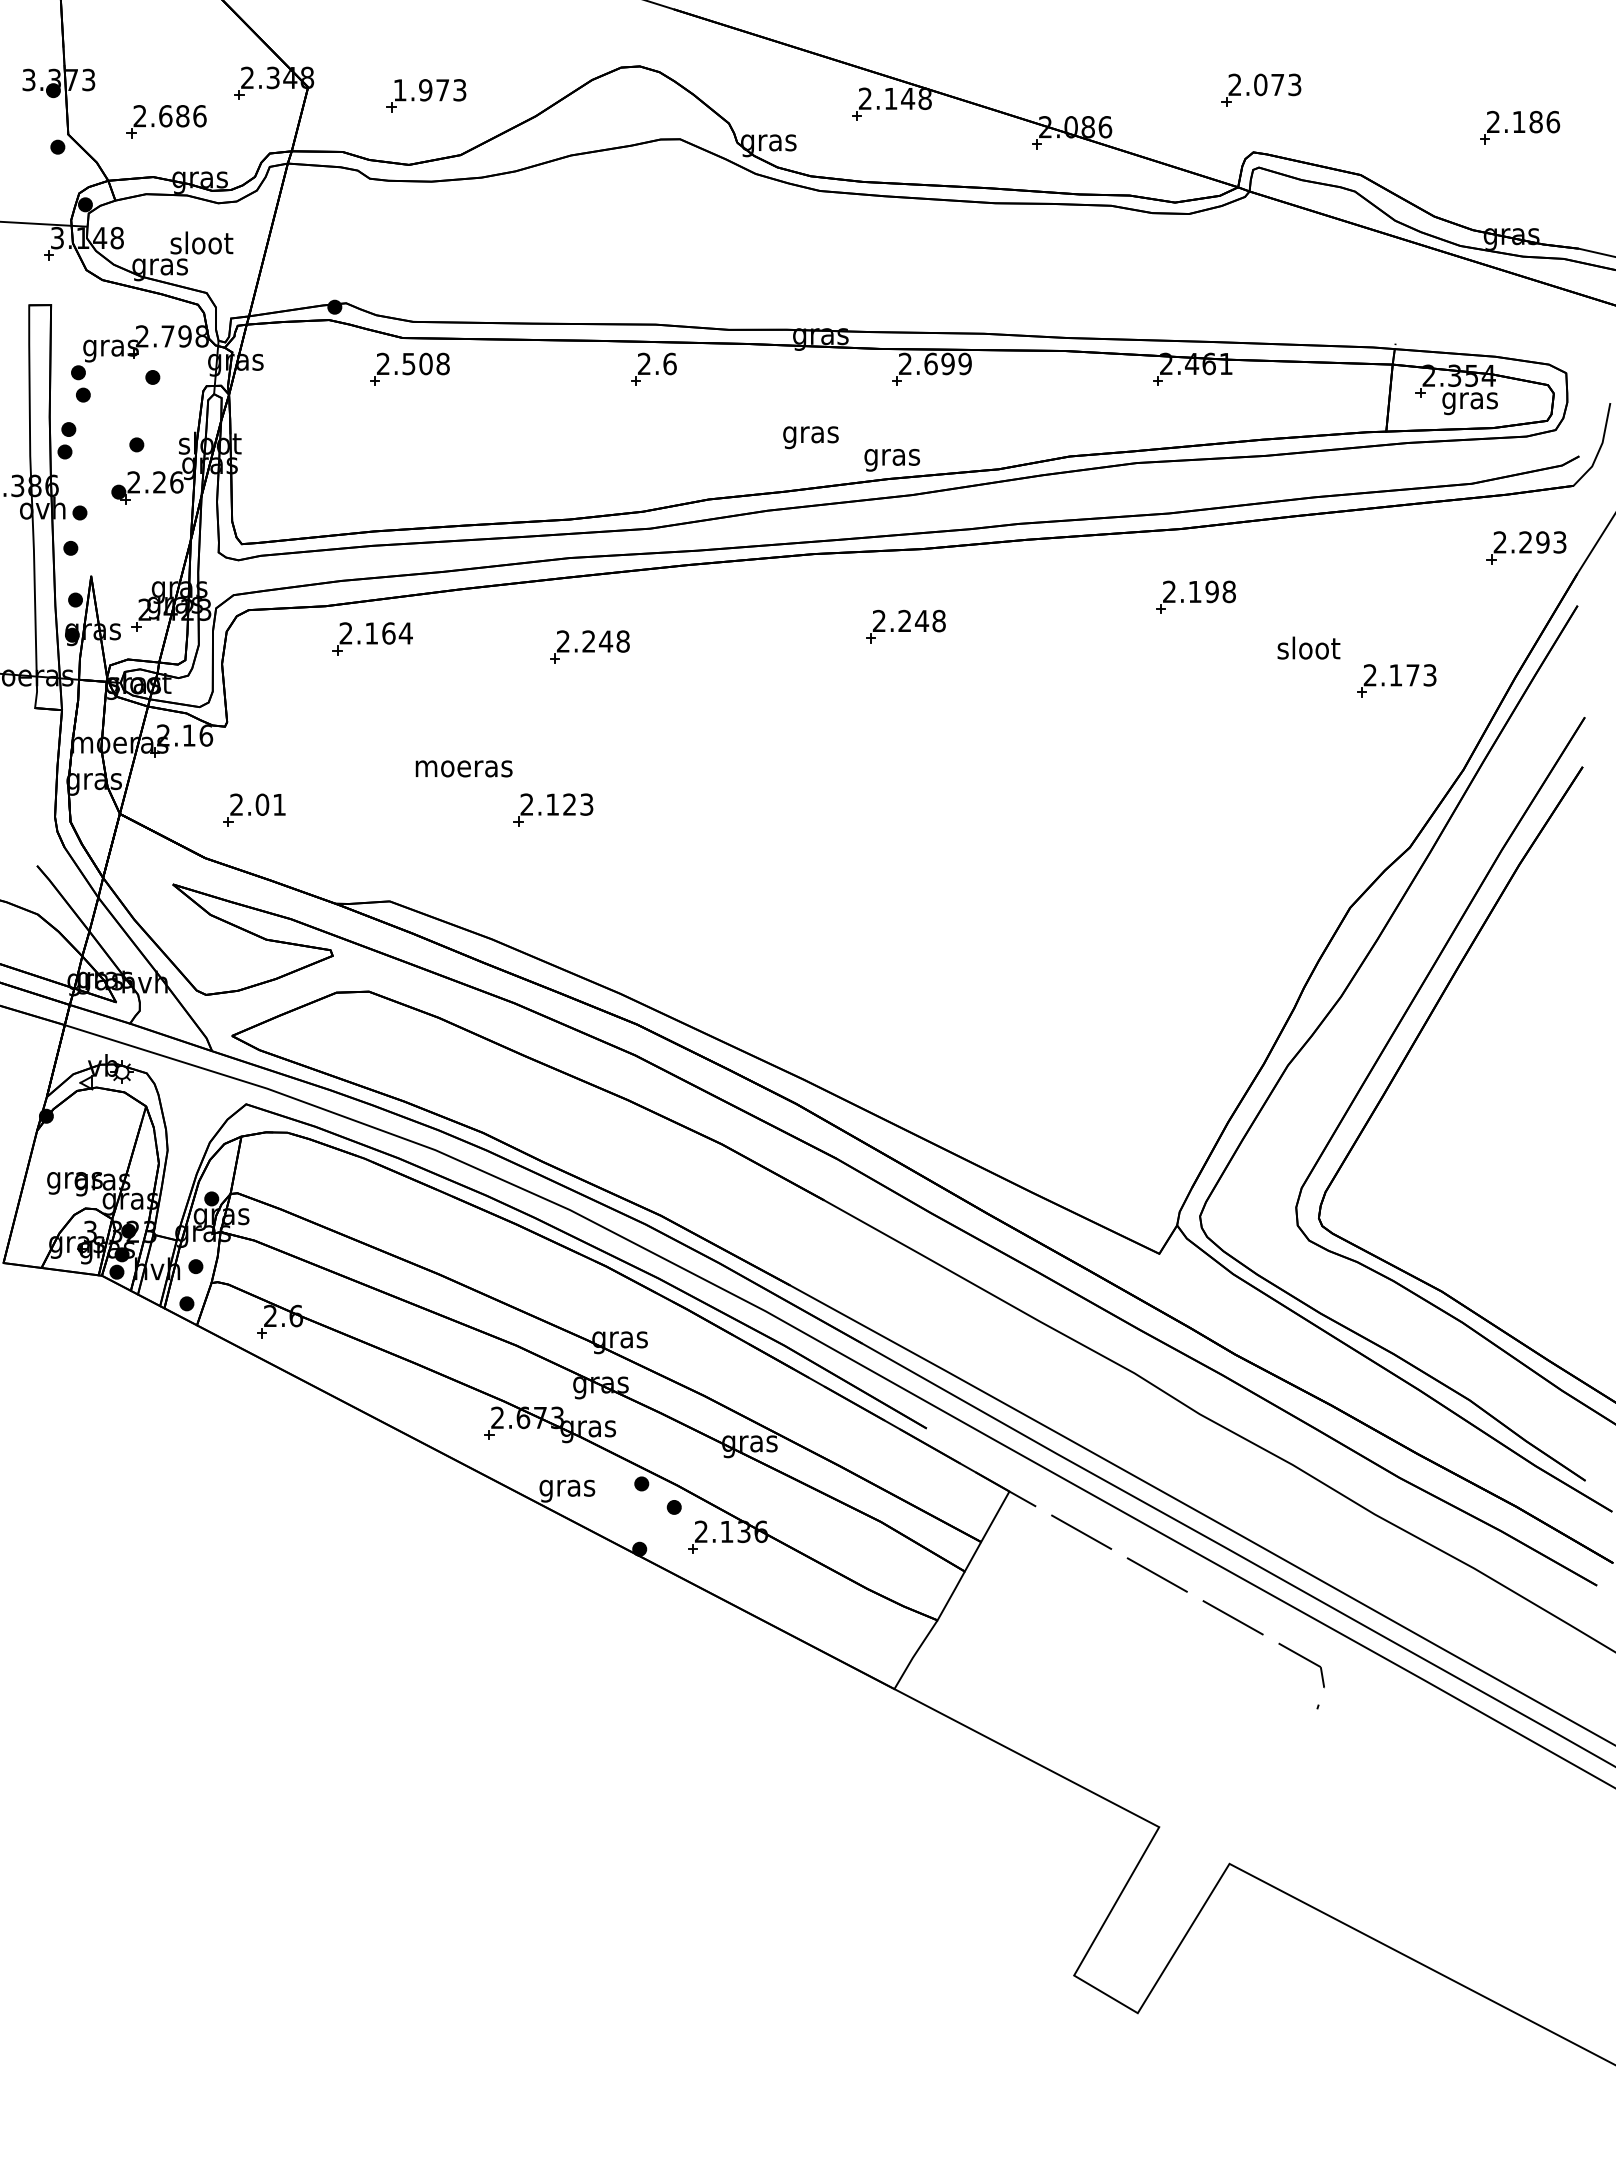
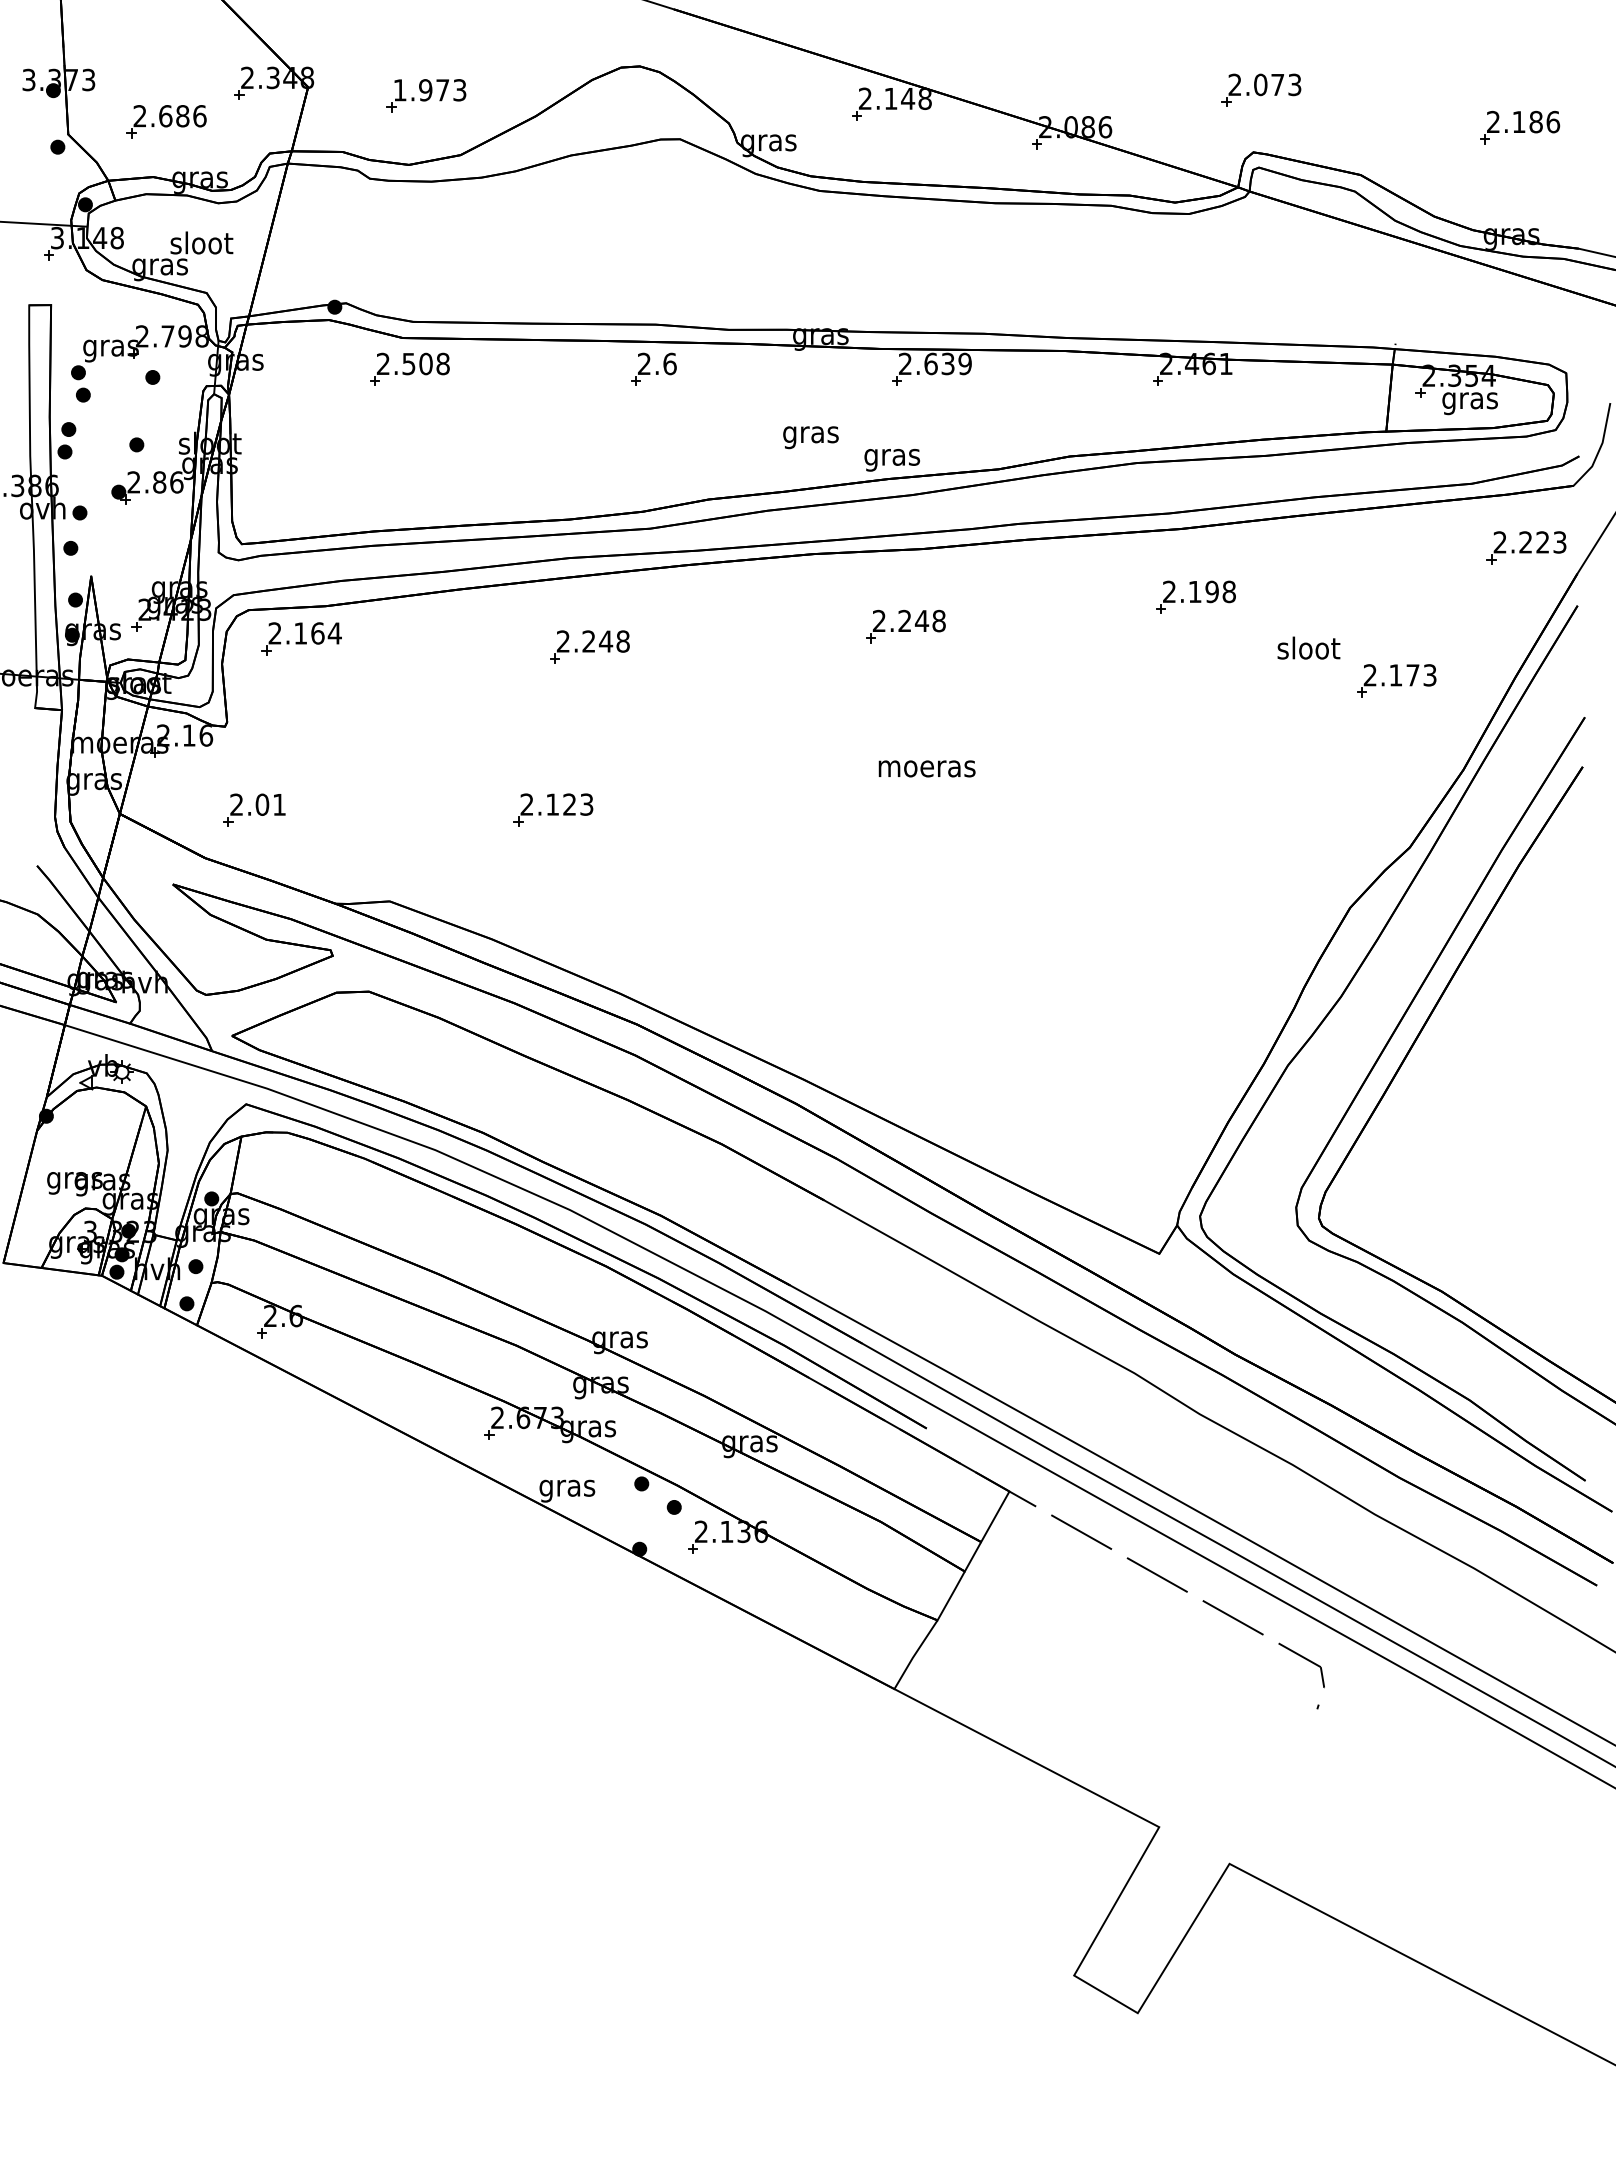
text at (947, 364): 2.699 -> 2.639
text at (159, 482): 2.26 -> 2.86
text at (1542, 542): 2.293 -> 2.223
part at (372, 638) position: (372, 638) -> (301, 638)
text at (463, 768) position: (463, 768) -> (926, 768)
